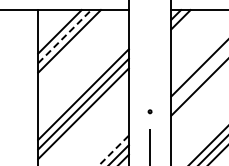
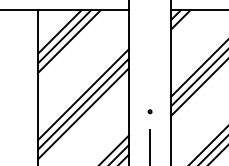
line at (64, 36): dashed -> solid
line at (198, 78): none -> present
line at (114, 150): dashed -> solid
